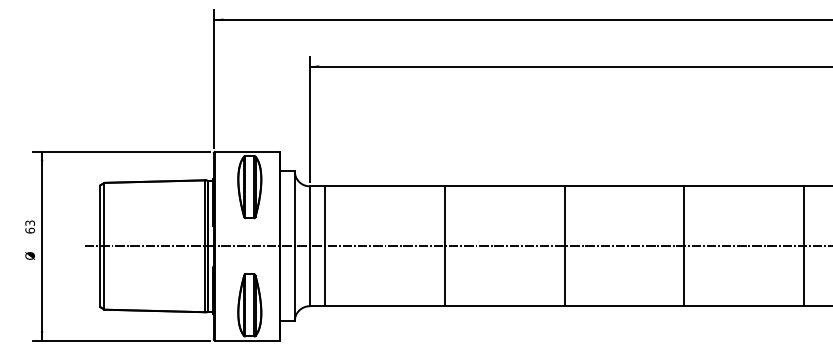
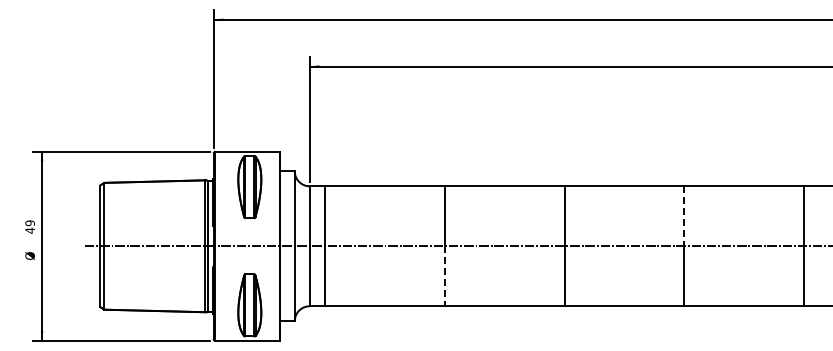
line at (684, 216): solid -> dashed
text at (29, 226): 63 -> 49
line at (444, 276): solid -> dashed
